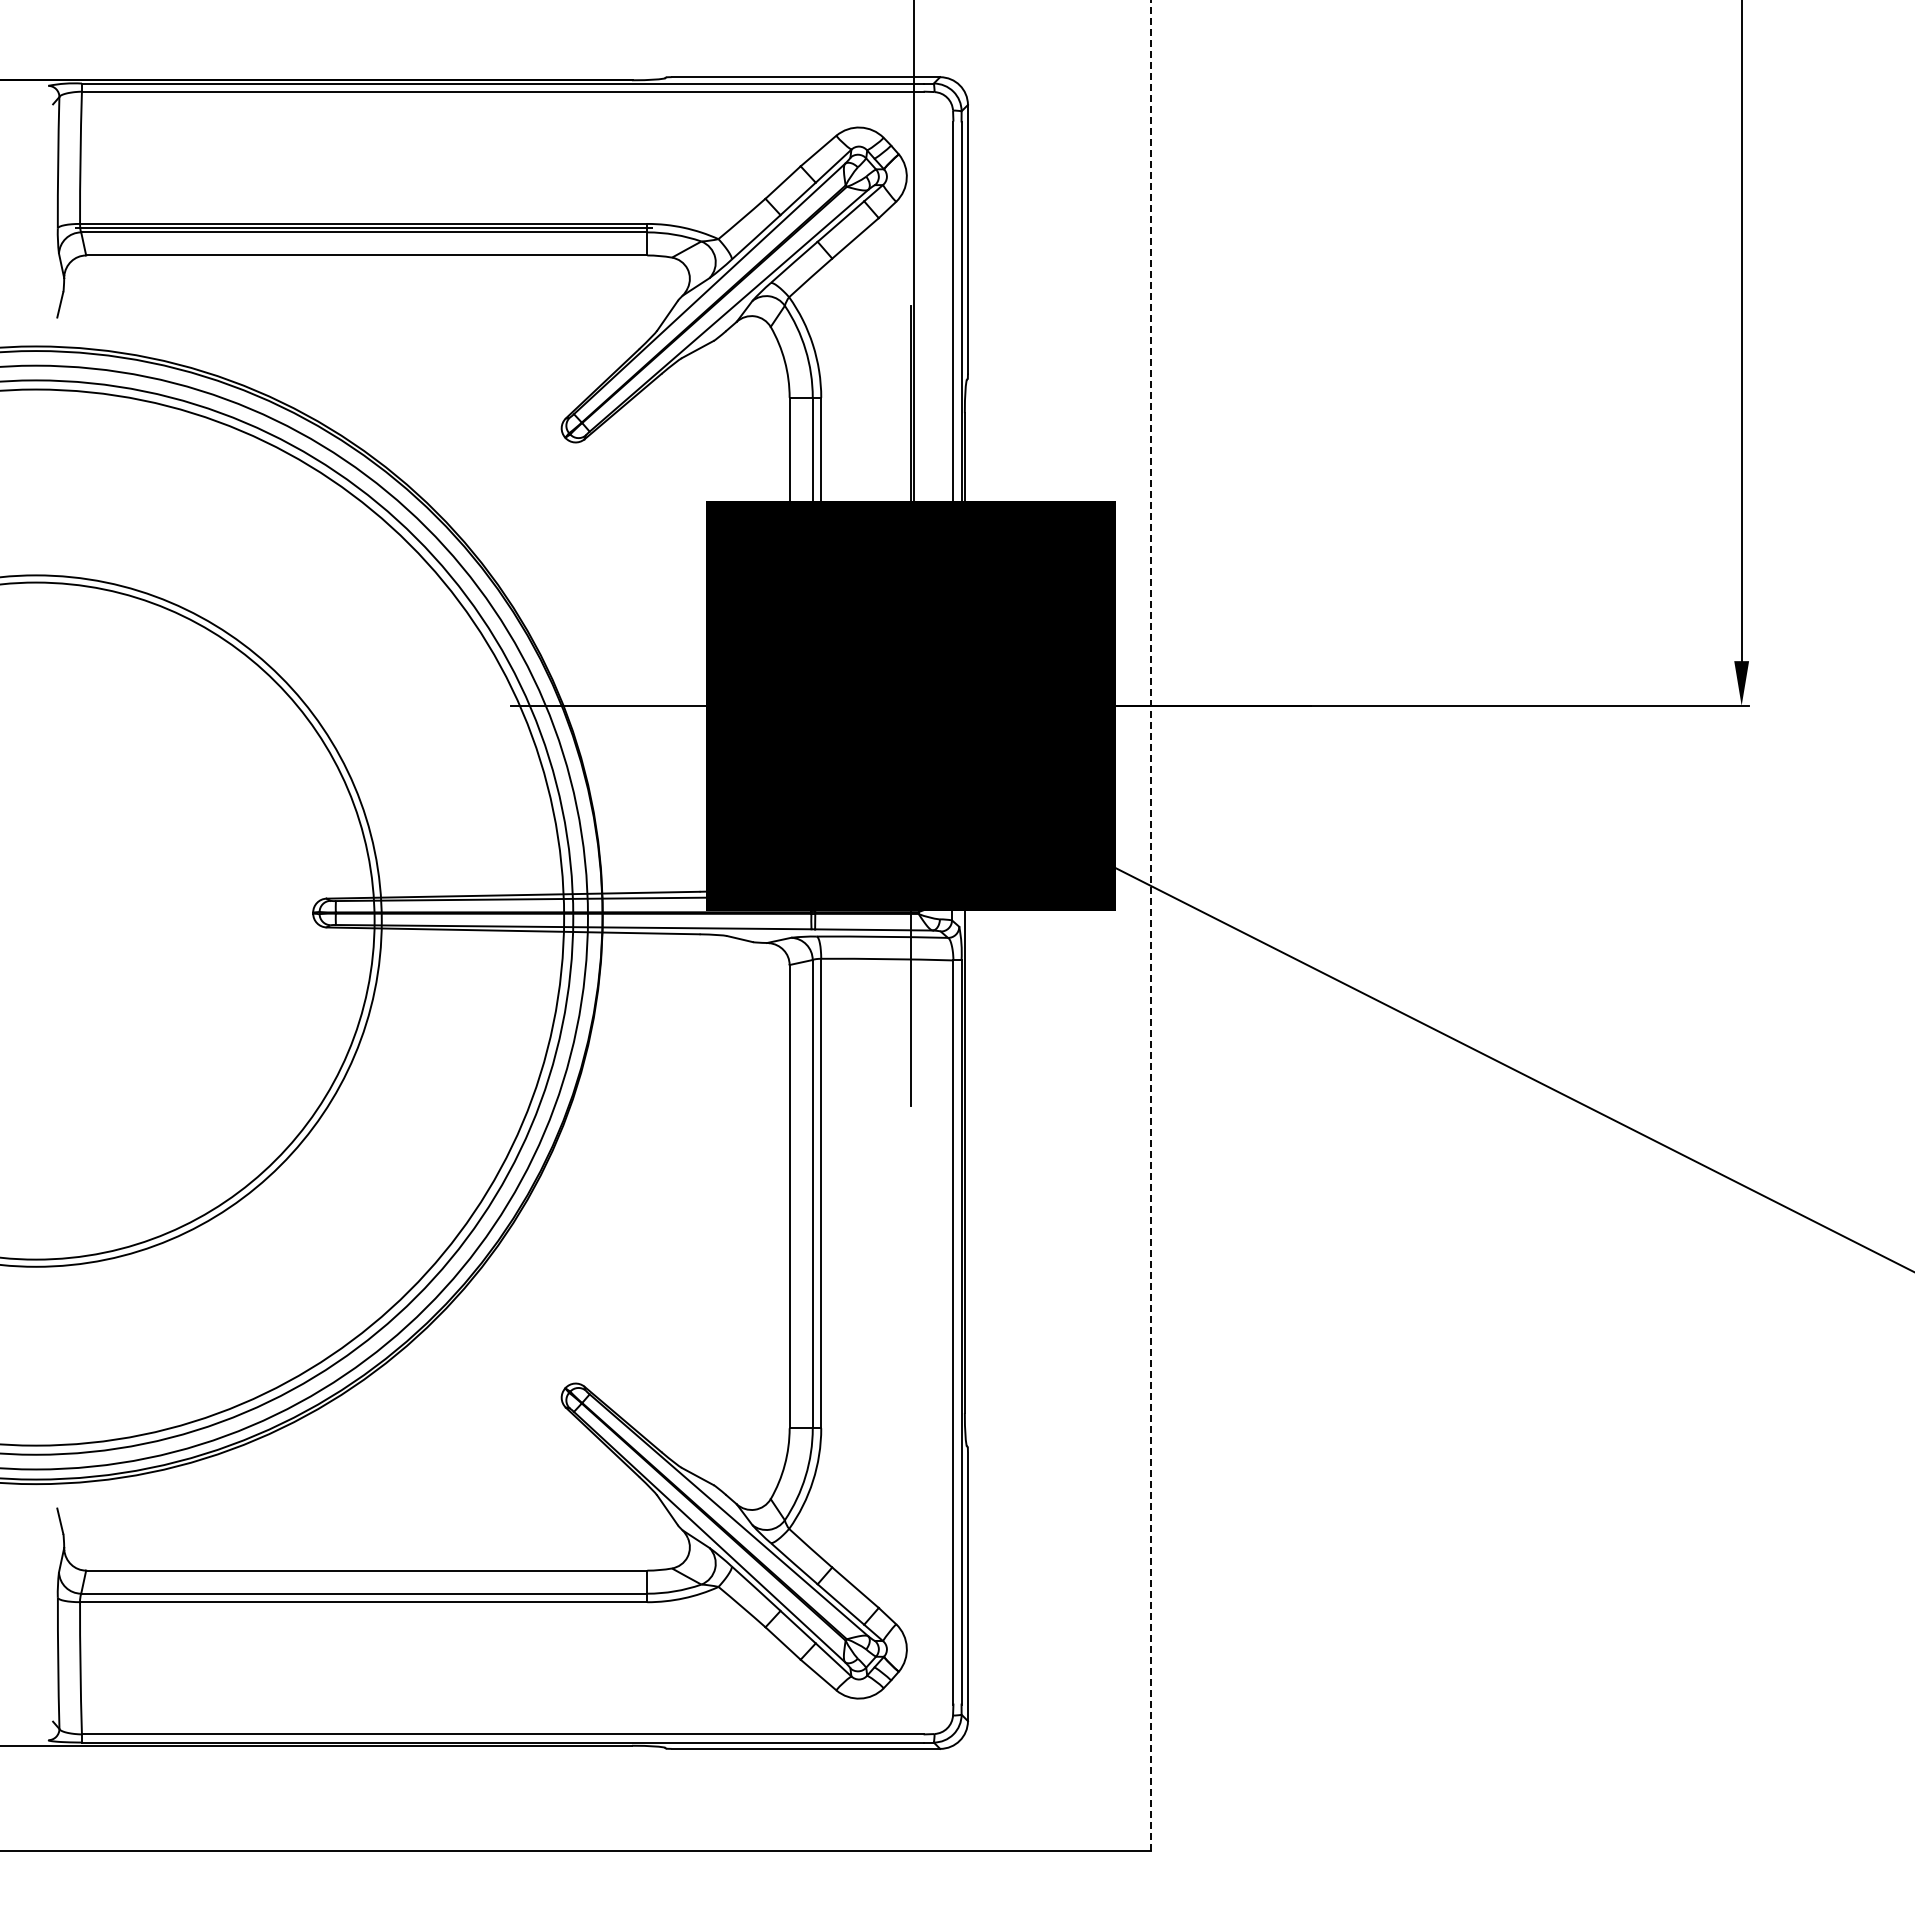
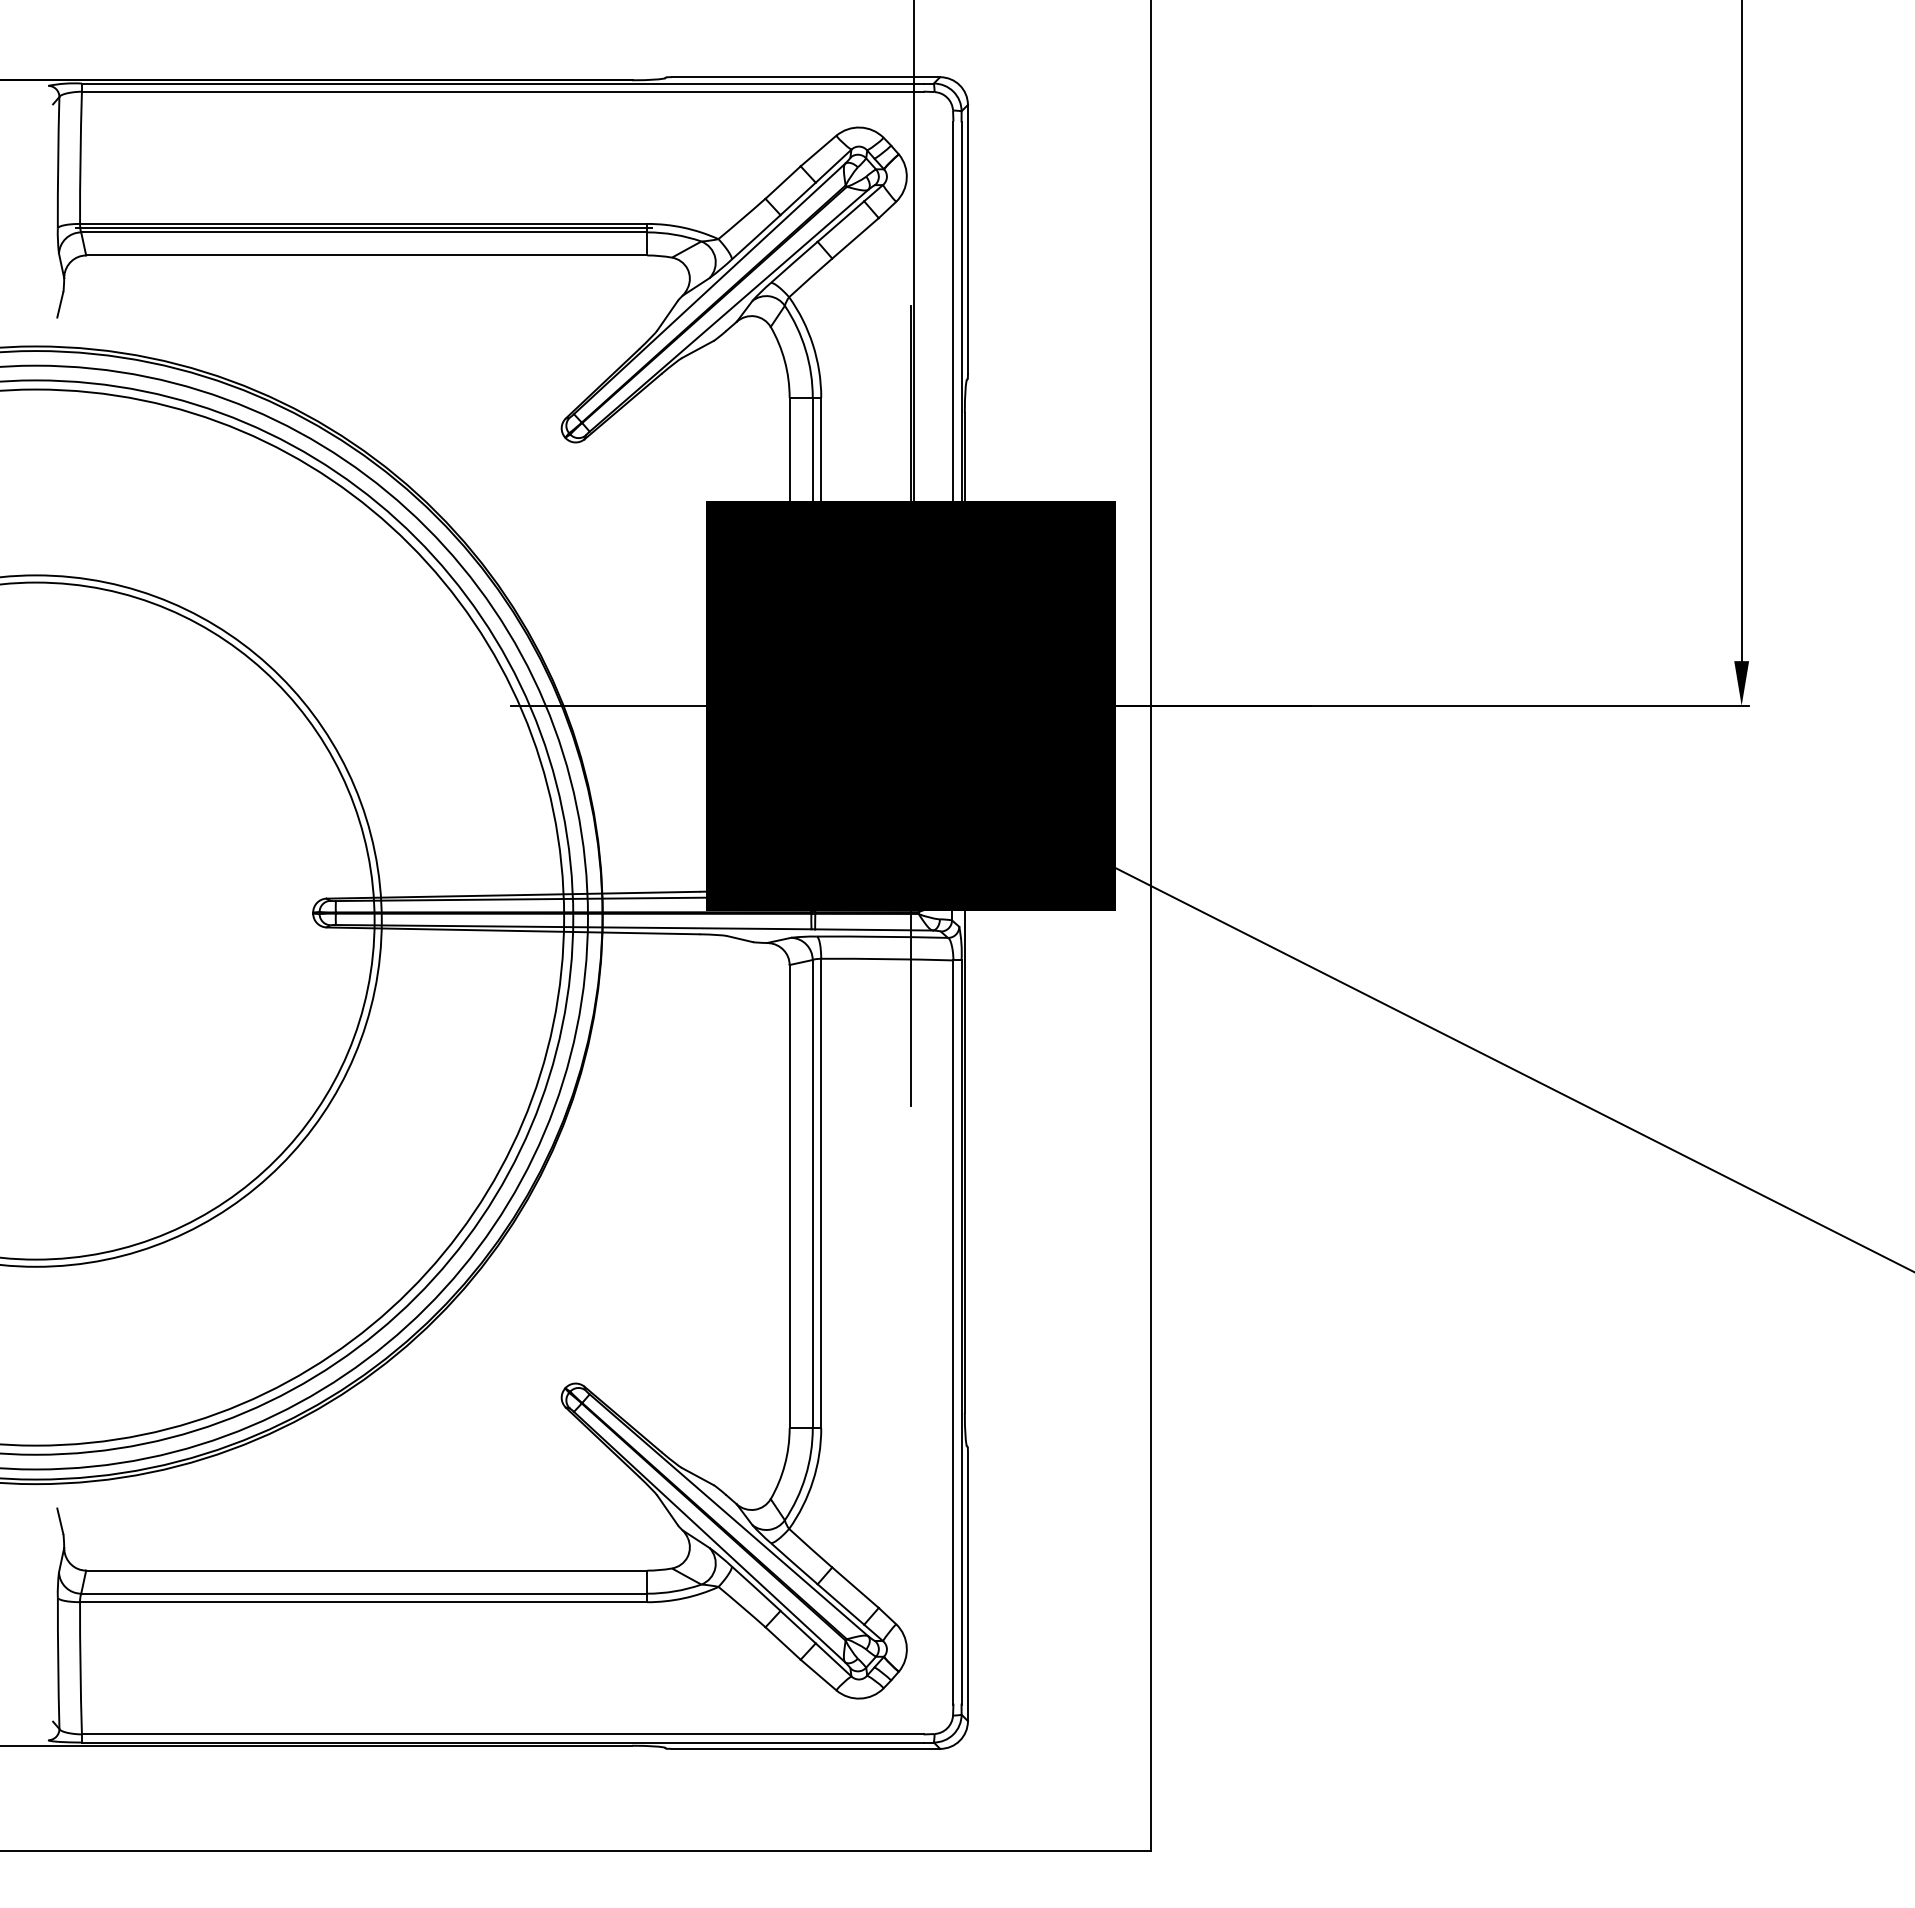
line at (1150, 925): dashed -> solid
